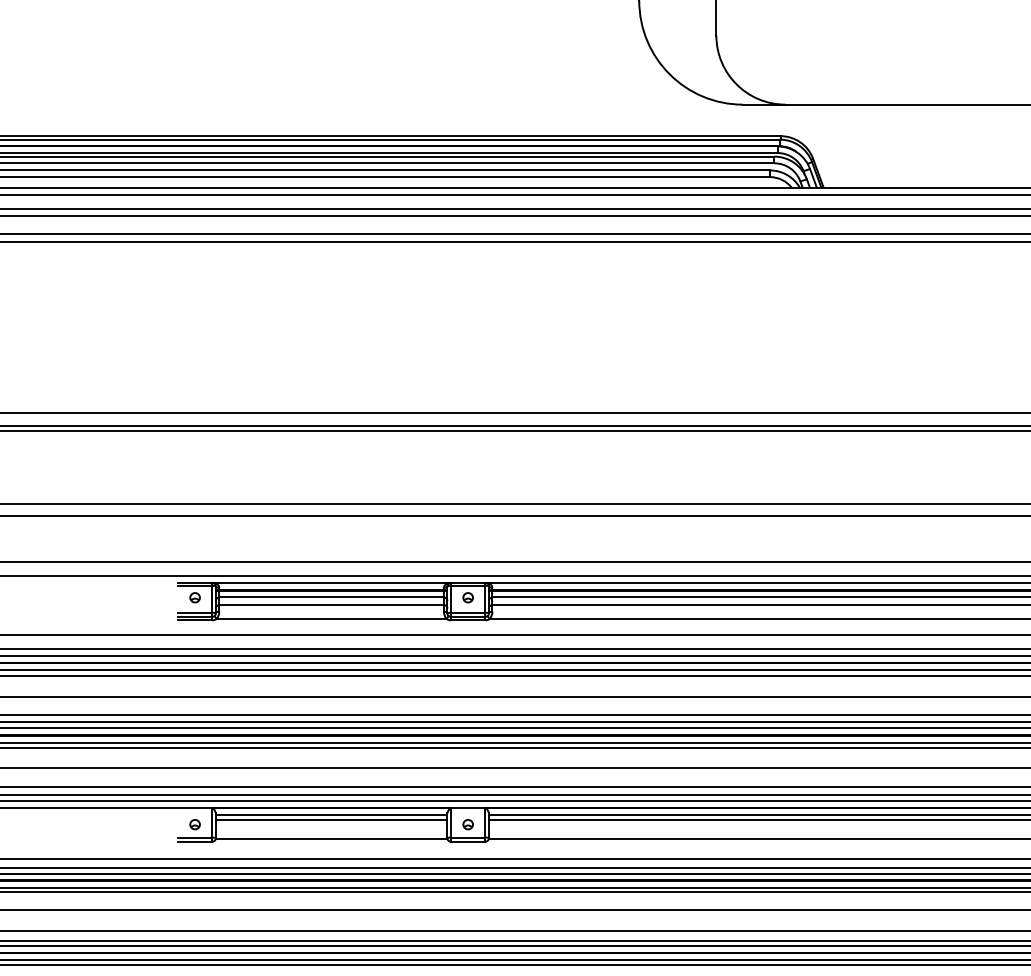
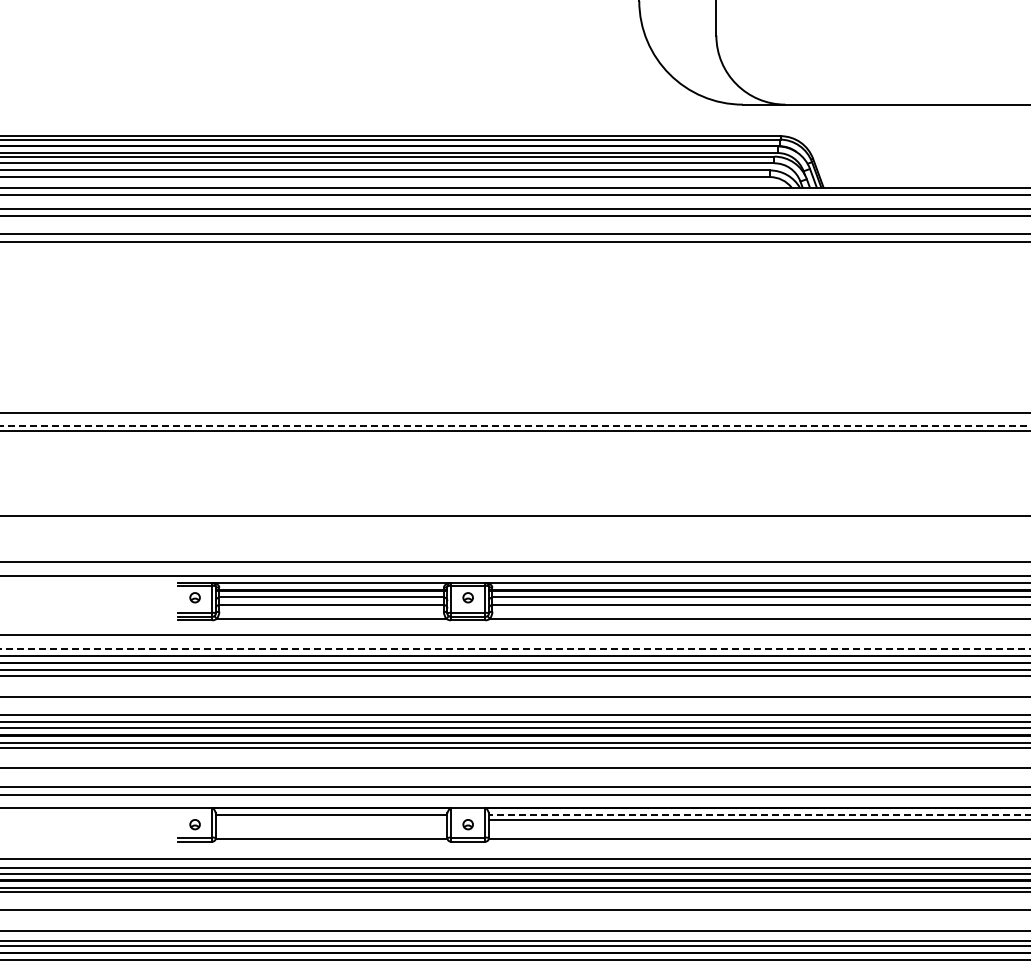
line at (516, 426): solid -> dashed
line at (514, 503): present -> none
line at (515, 648): solid -> dashed
line at (514, 800): present -> none
line at (759, 815): solid -> dashed
line at (331, 819): present -> none
line at (514, 964): present -> none
